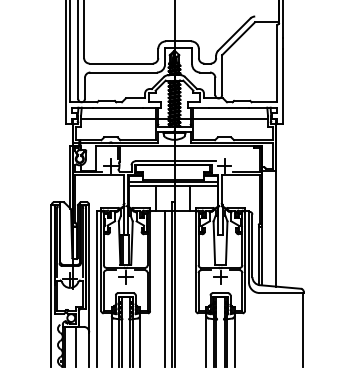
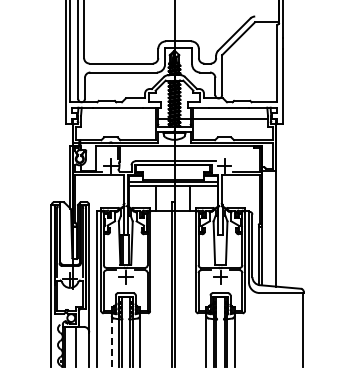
line at (118, 118): present -> none
line at (165, 288): present -> none
line at (111, 341): solid -> dashed
